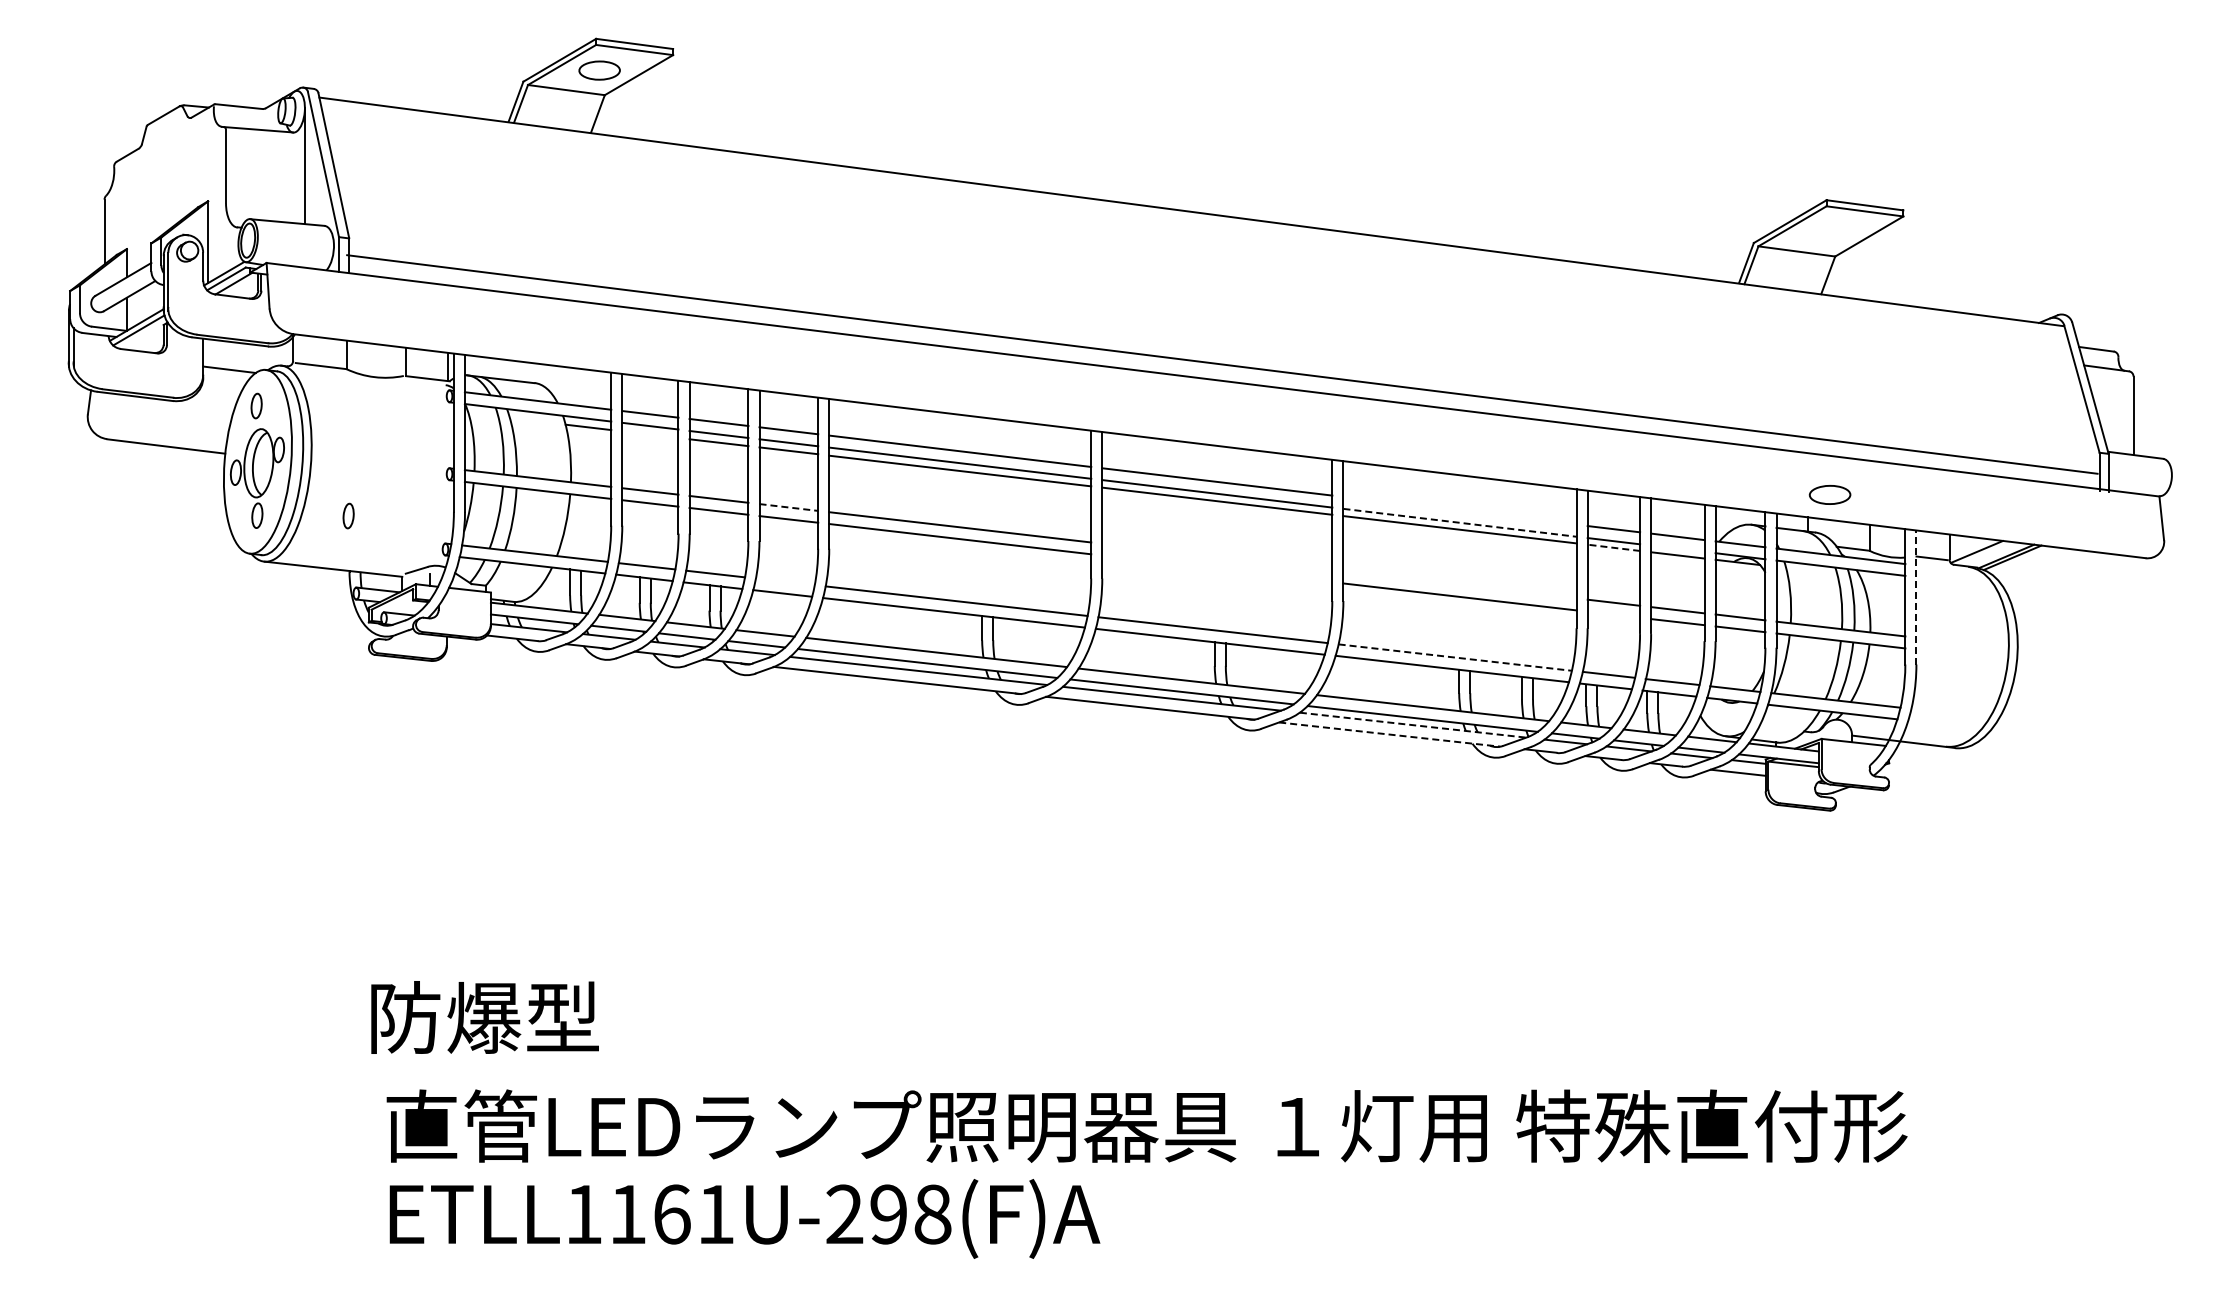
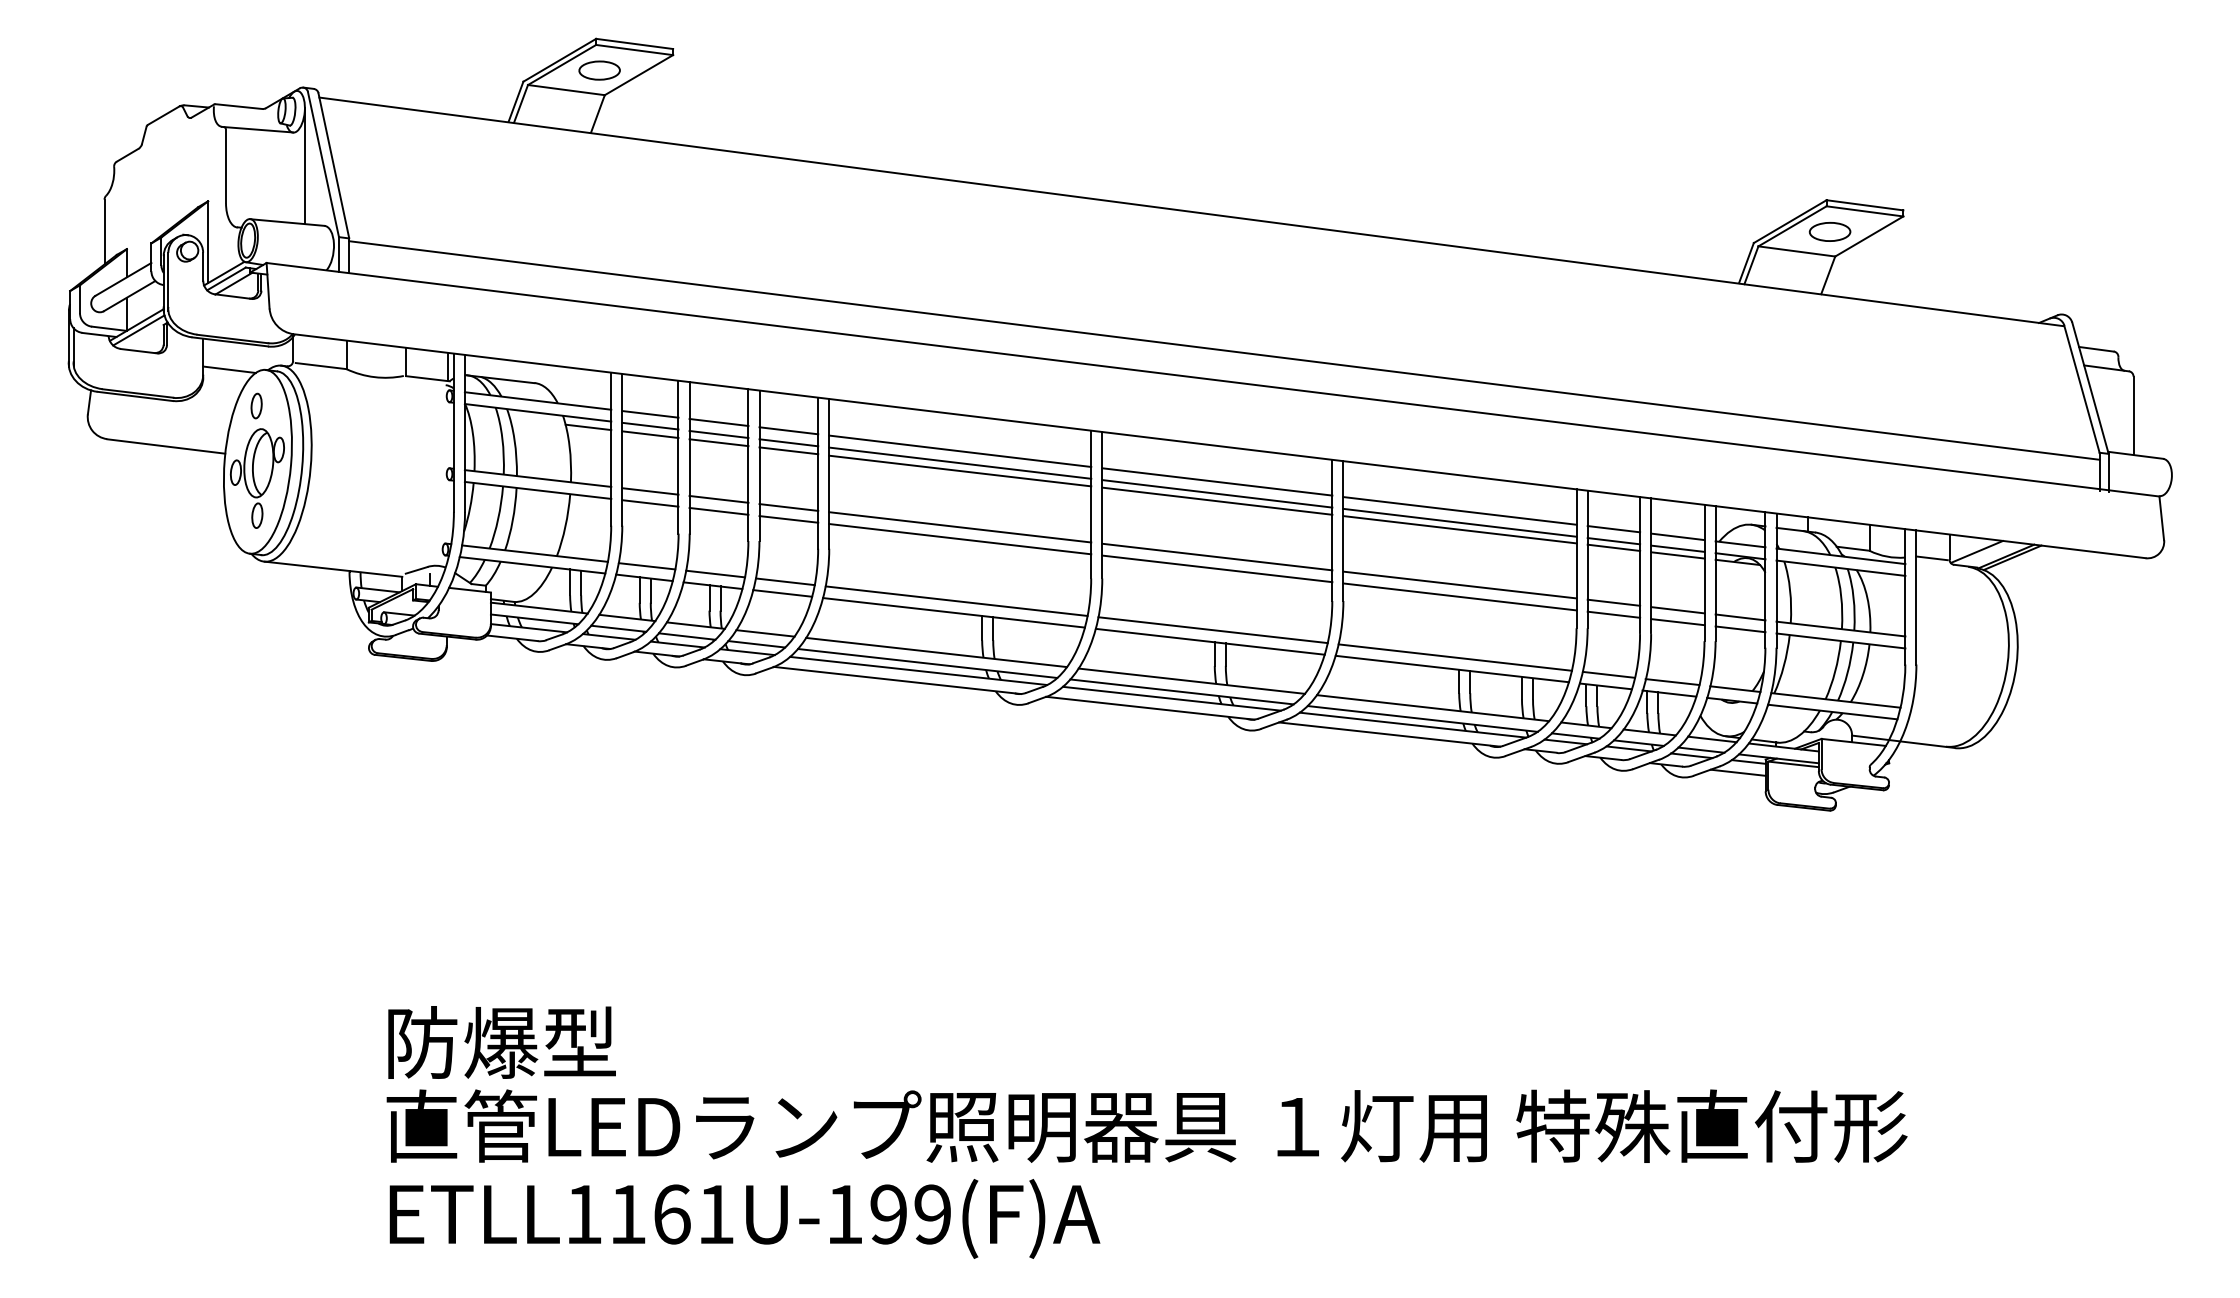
line at (1222, 364) position: (1222, 364) -> (1224, 350)
line at (650, 434): none -> present
part at (1829, 494) position: (1829, 494) -> (1829, 231)
line at (788, 507): dashed -> solid
line at (1459, 510): none -> present
part at (348, 515): present -> none
line at (1460, 522): dashed -> solid
line at (1613, 547): dashed -> solid
line at (1677, 548): none -> present
line at (1217, 556): none -> present
line at (1217, 568): none -> present
line at (785, 581): none -> present
line at (1459, 584): none -> present
line at (1916, 597): dashed -> solid
line at (1613, 614): none -> present
line at (1455, 657): dashed -> solid
line at (1413, 725): dashed -> solid
line at (1390, 734): dashed -> solid
text at (484, 1017) position: (484, 1017) -> (501, 1042)
text at (888, 1214): ETLL1161U-298(F)A -> ETLL1161U-199(F)A
